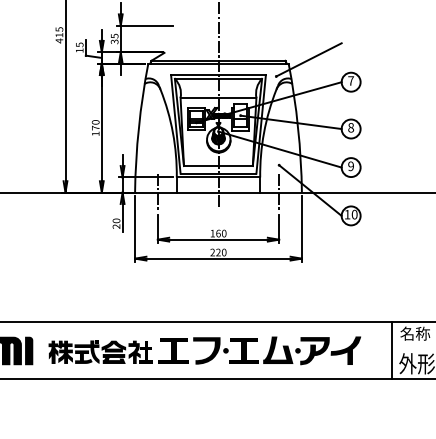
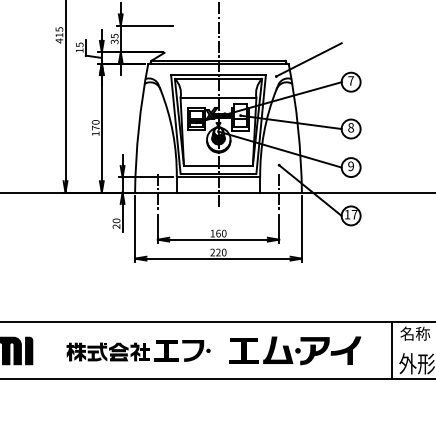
text at (354, 214): 10 -> 17
part at (138, 350) size: 181x28 px -> 145x22 px
